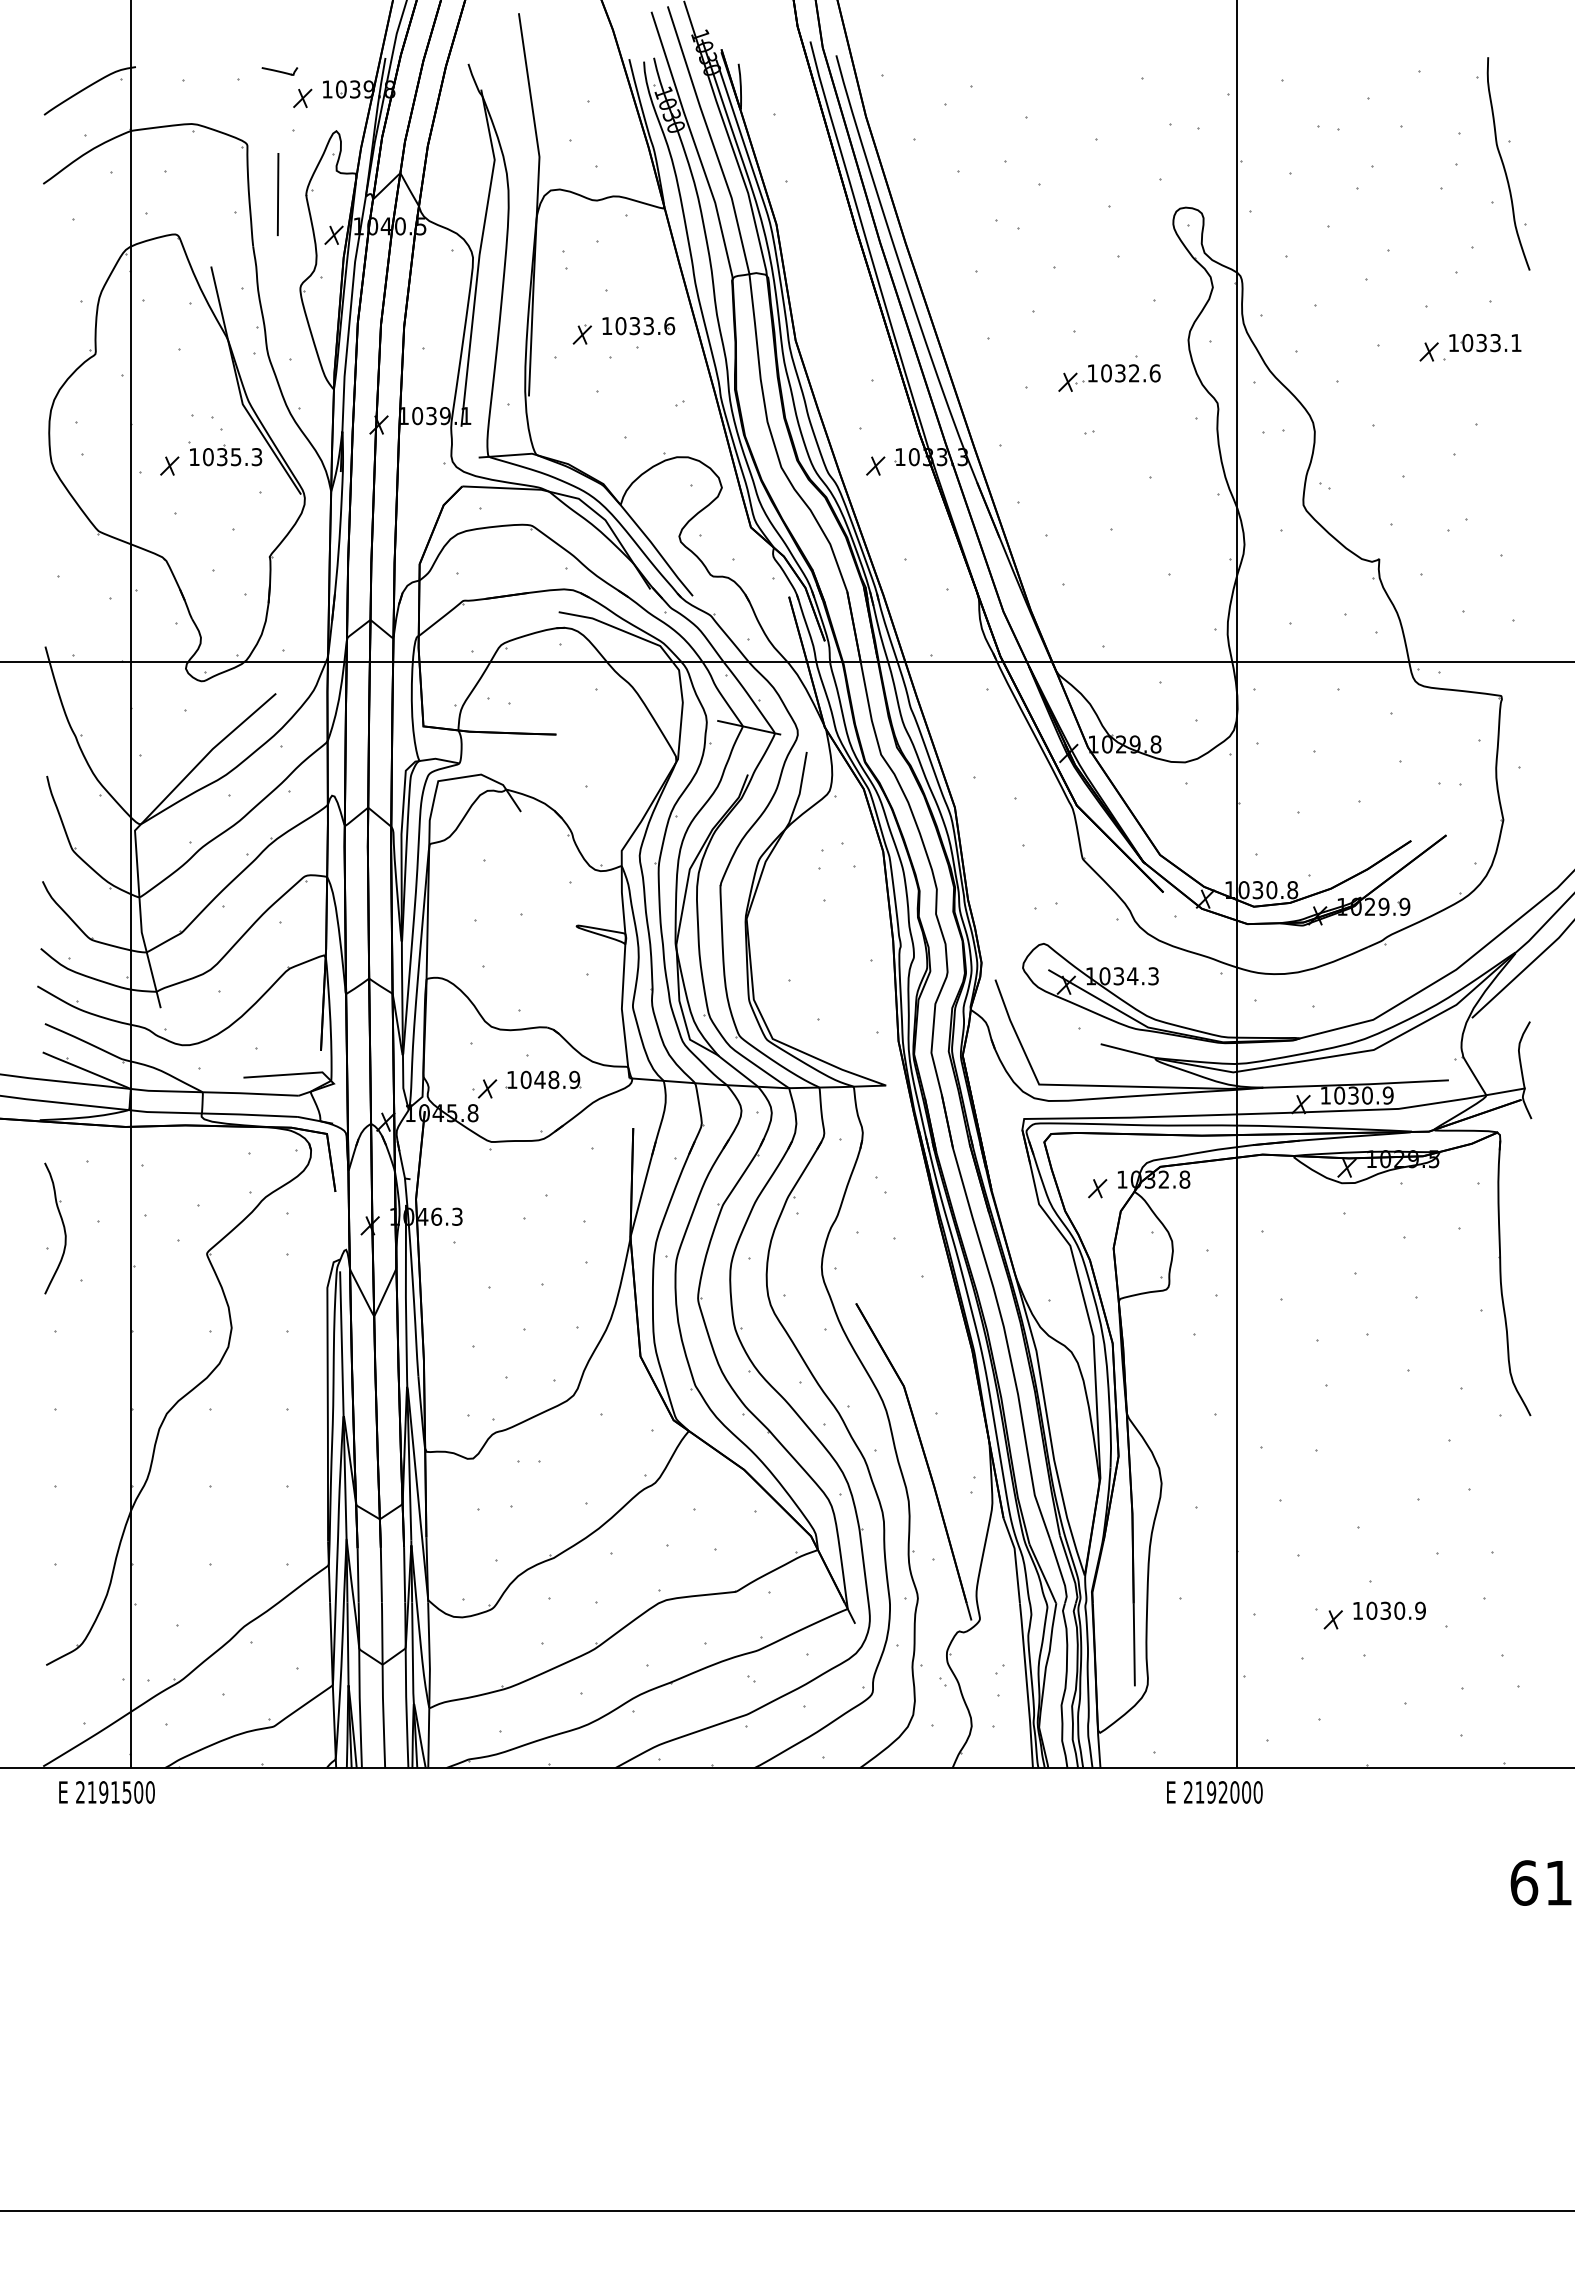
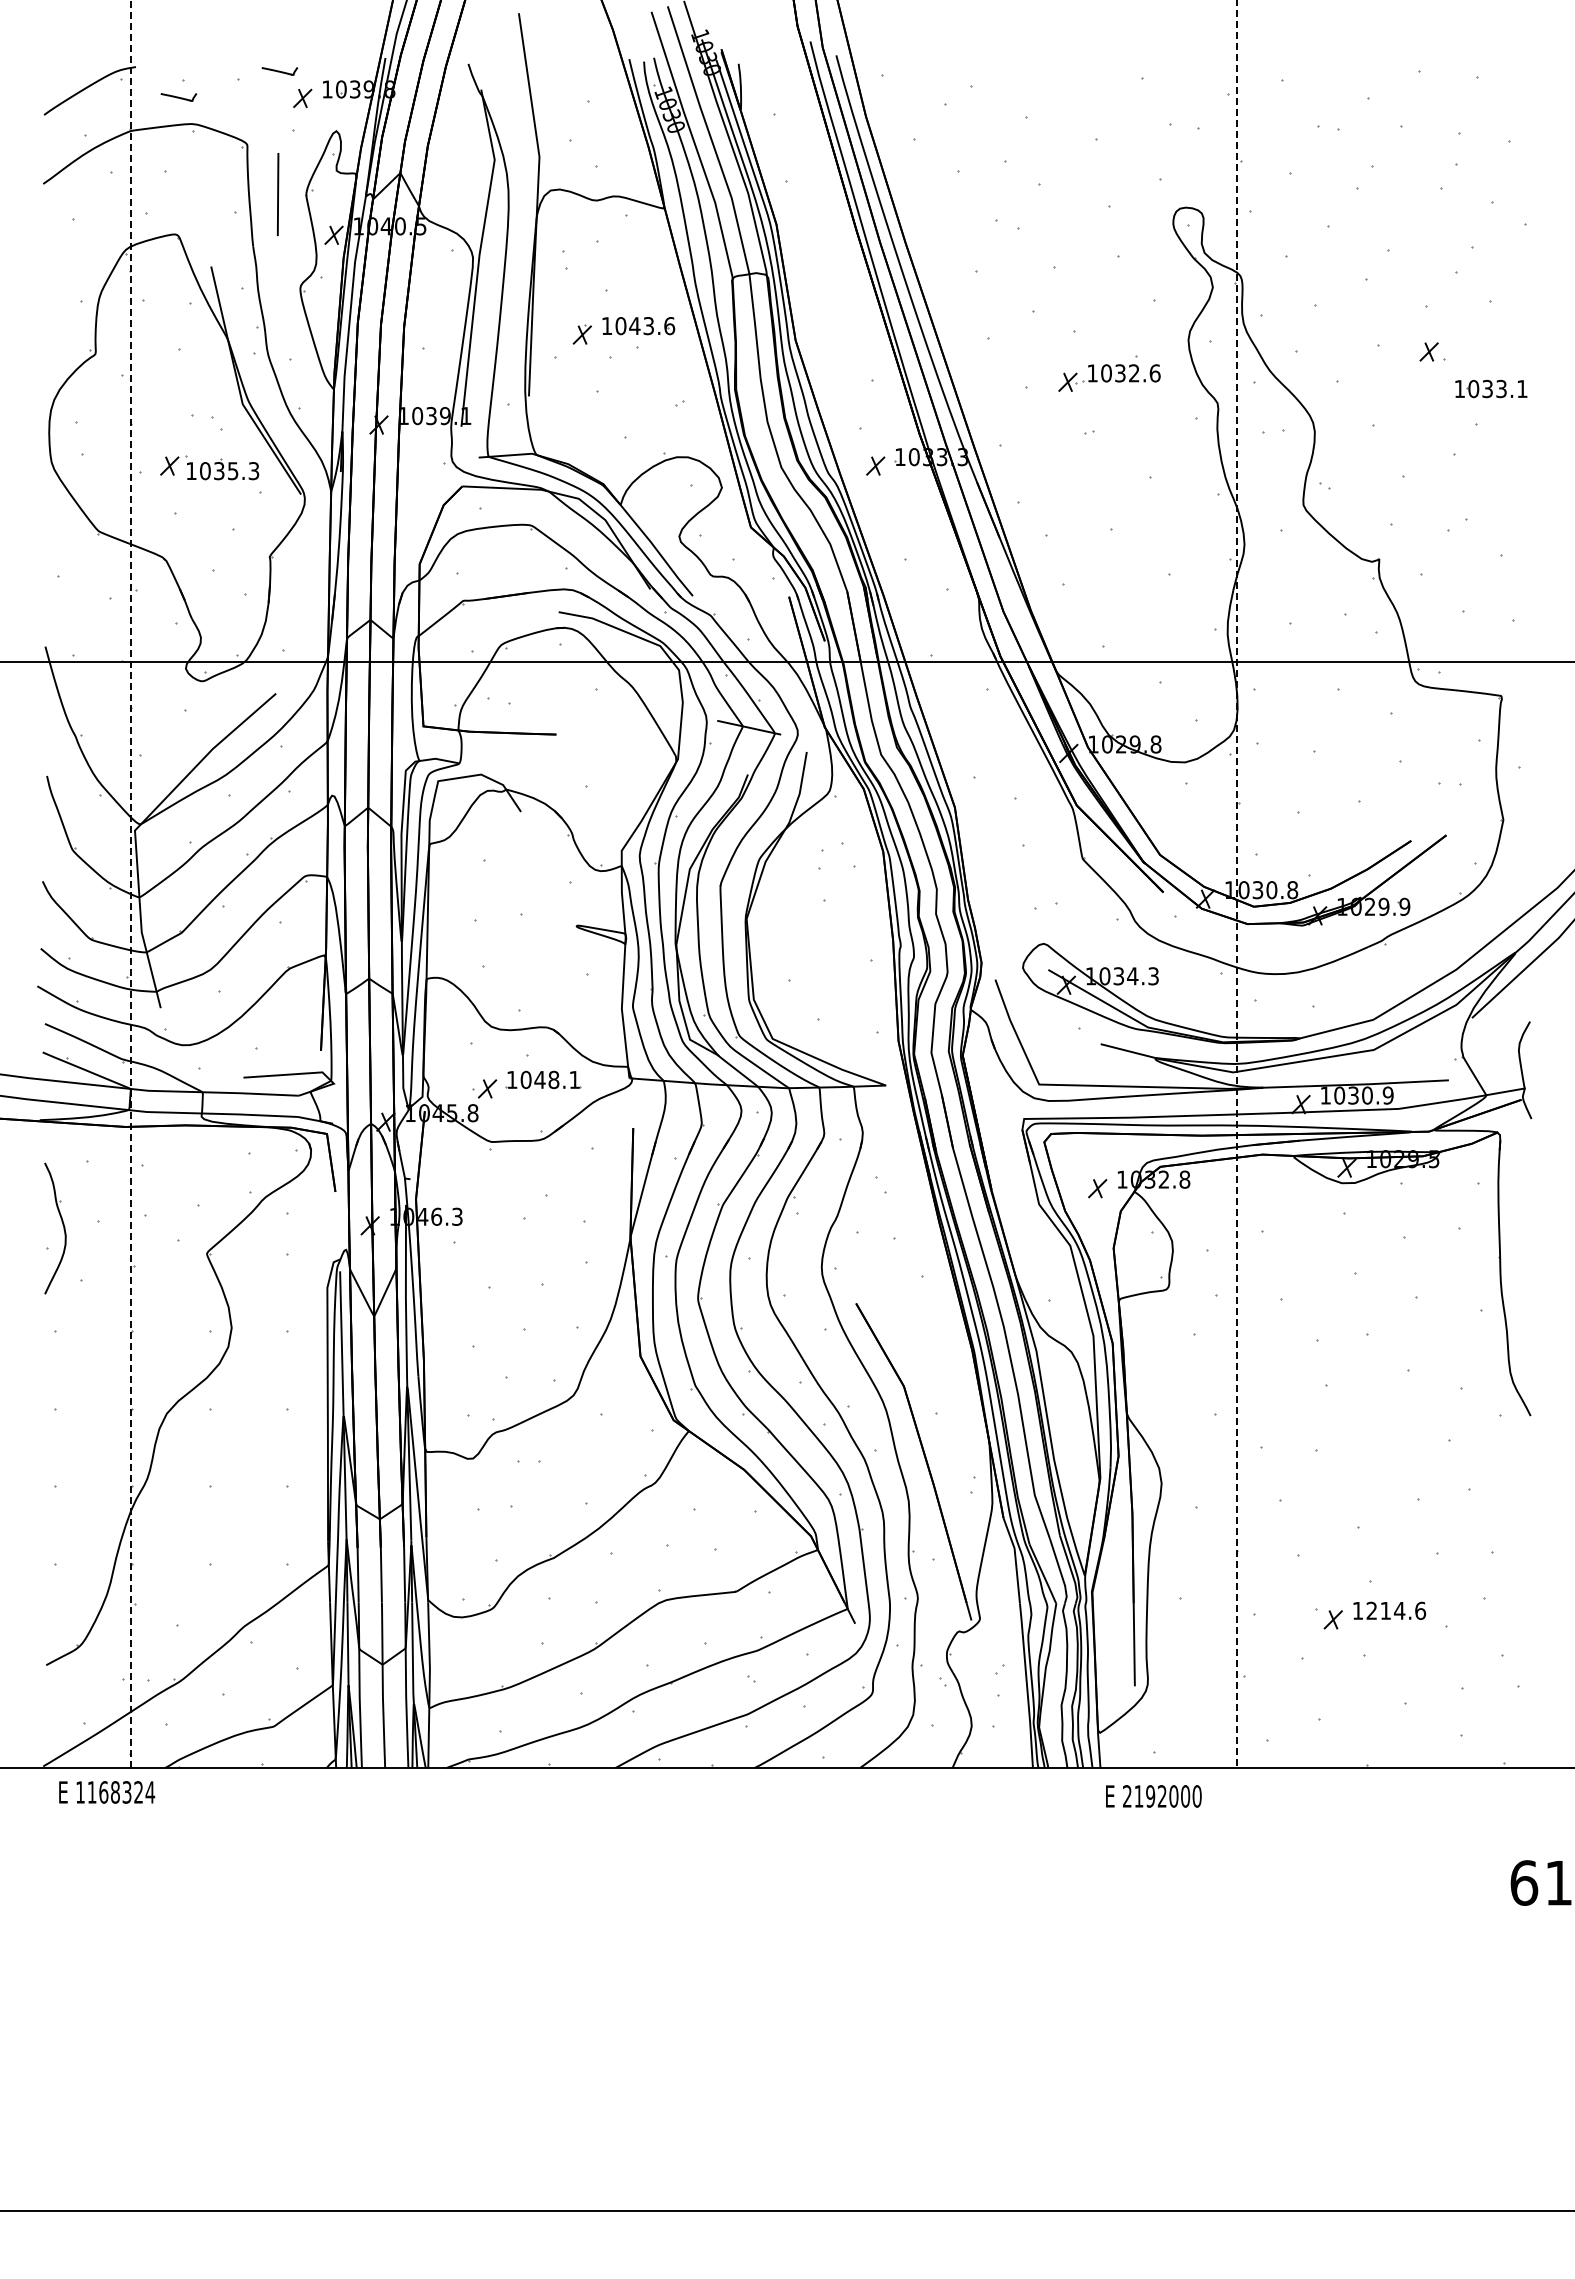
part at (178, 97): none -> present
curve at (1504, 164): present -> none
text at (634, 326): 1033.6 -> 1043.6
part at (1485, 343) position: (1485, 343) -> (1491, 389)
part at (225, 453) position: (225, 453) -> (222, 467)
line at (131, 884): solid -> dashed
line at (1237, 884): solid -> dashed
text at (574, 1079): 1048.9 -> 1048.1
text at (1396, 1610): 1030.9 -> 1214.6
text at (115, 1792): 2191500 -> 1168324
text at (1214, 1792) position: (1214, 1792) -> (1153, 1796)
